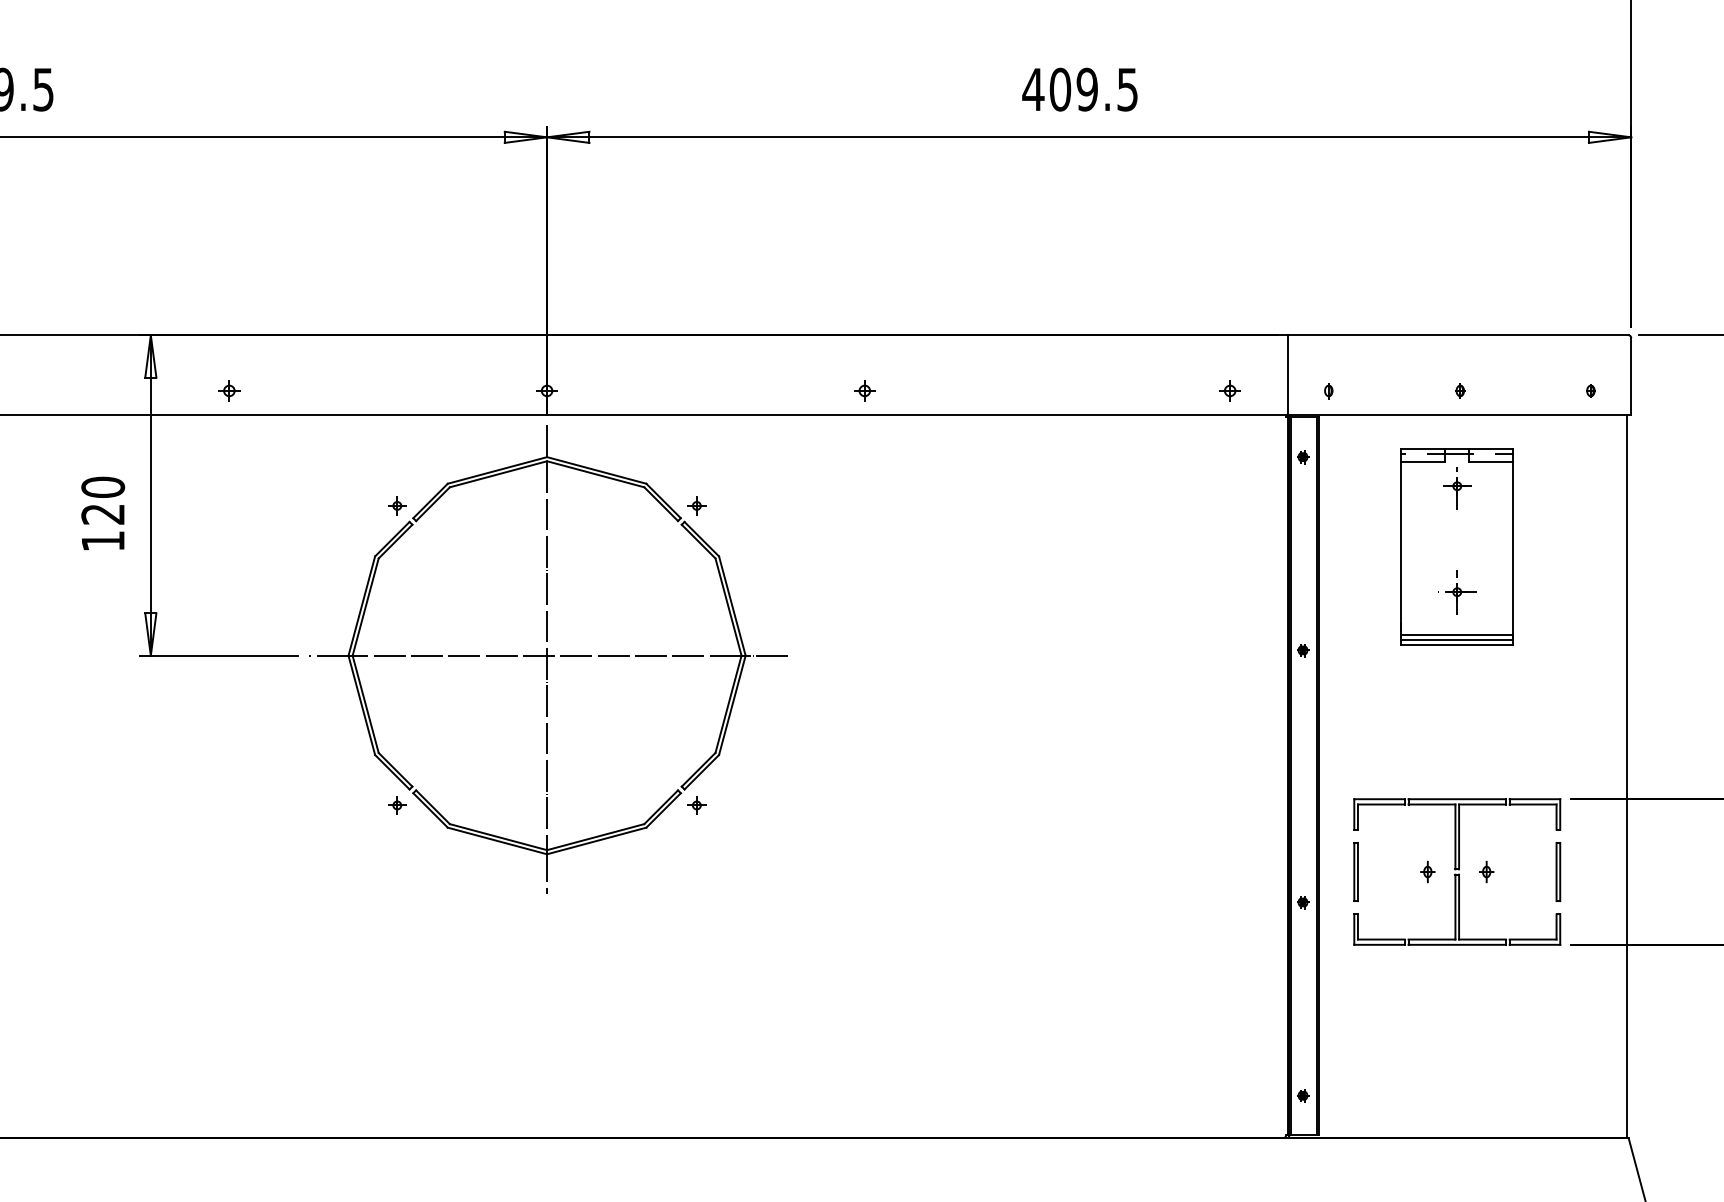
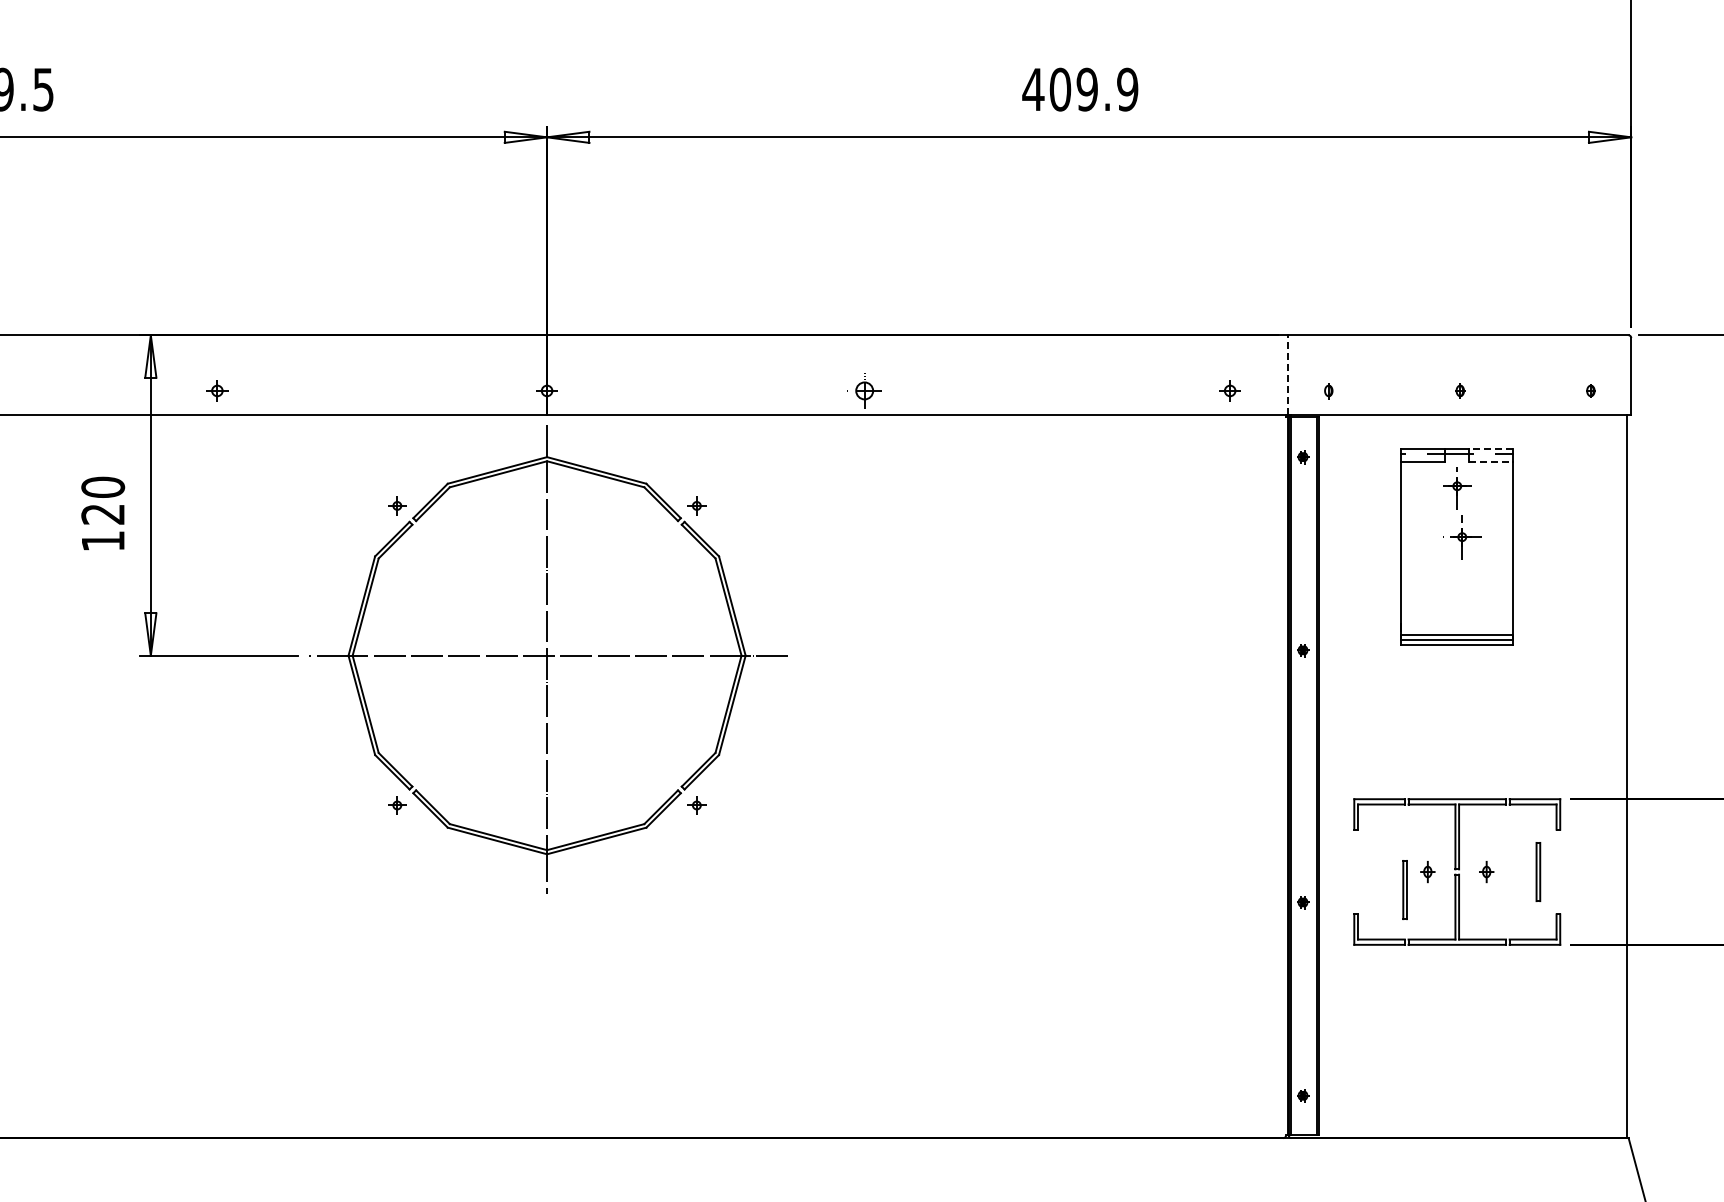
text at (1127, 89): 409.5 -> 409.9
line at (1288, 375): solid -> dashed
part at (229, 390) position: (229, 390) -> (217, 390)
part at (864, 390) size: 22x22 px -> 35x36 px
line at (1490, 449): solid -> dashed
line at (1491, 462): solid -> dashed
part at (1457, 592) position: (1457, 592) -> (1462, 537)
part at (1355, 871) position: (1355, 871) -> (1404, 889)
part at (1558, 871) position: (1558, 871) -> (1538, 871)
